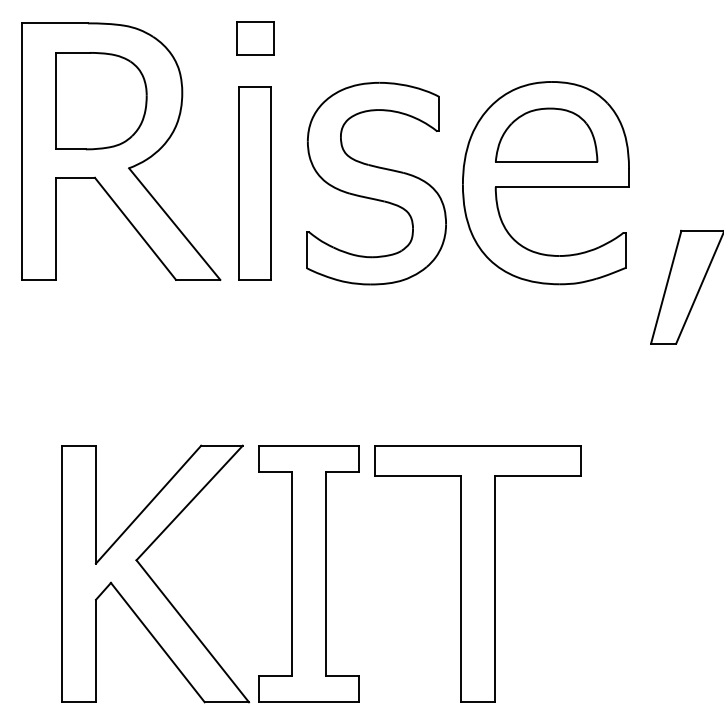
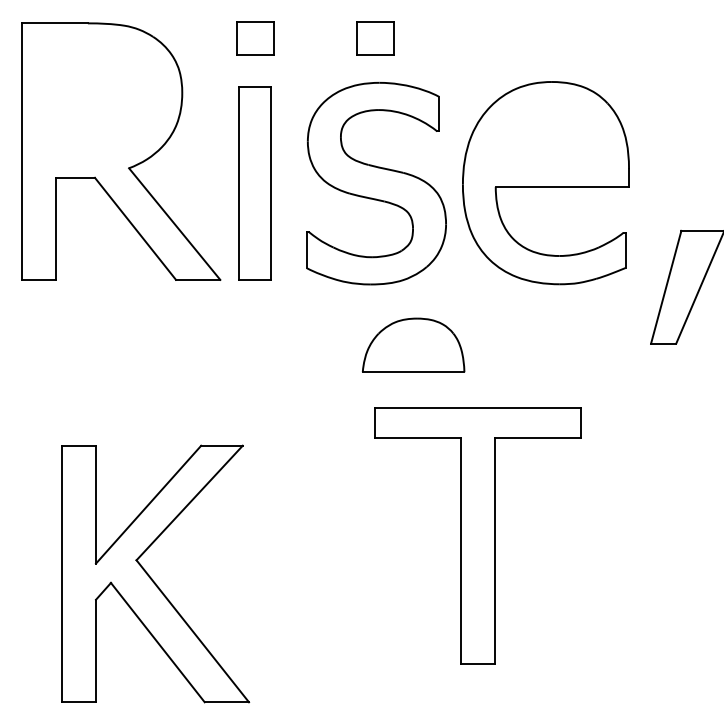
part at (375, 38): none -> present
part at (101, 101): present -> none
part at (546, 134) position: (546, 134) -> (413, 344)
part at (308, 573): present -> none
part at (477, 573) position: (477, 573) -> (477, 535)
